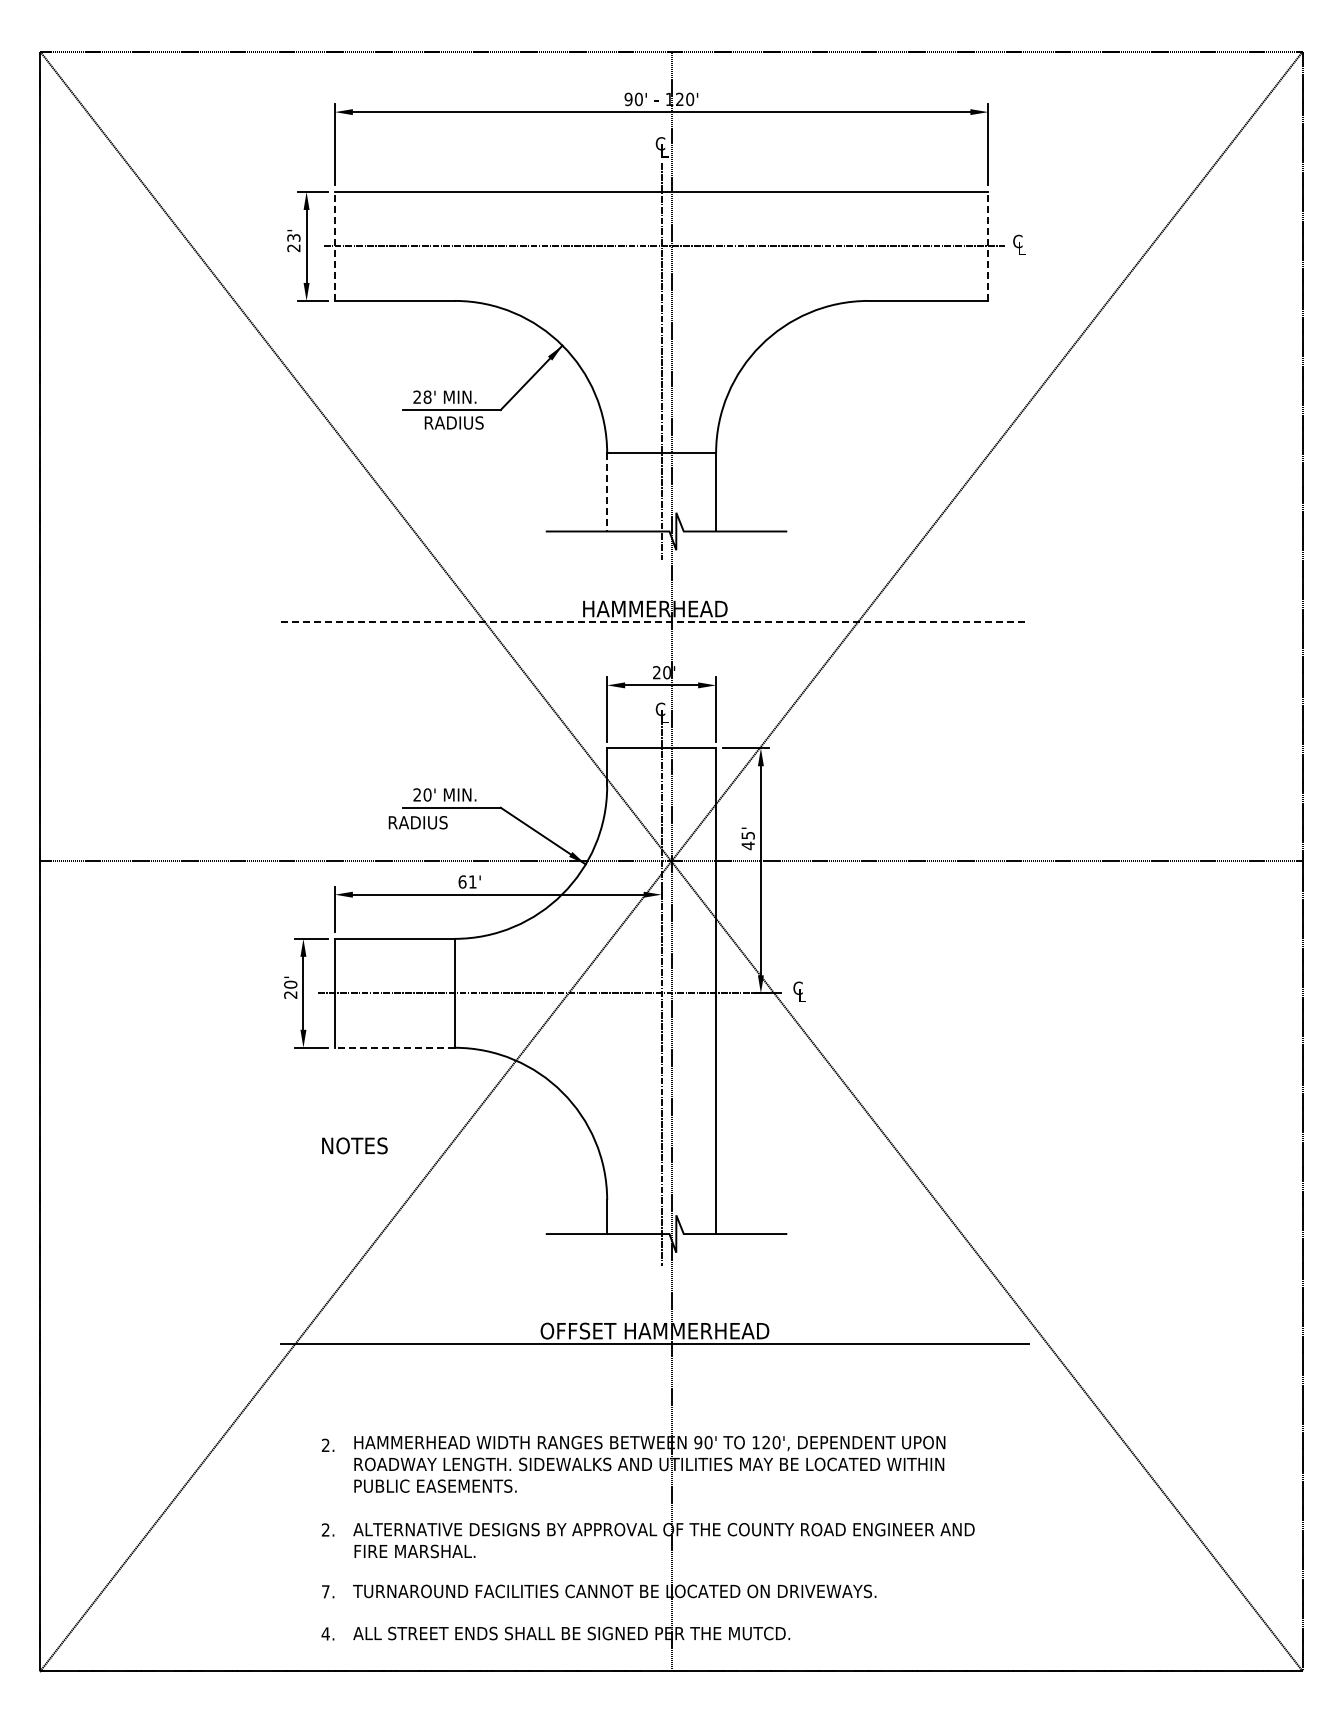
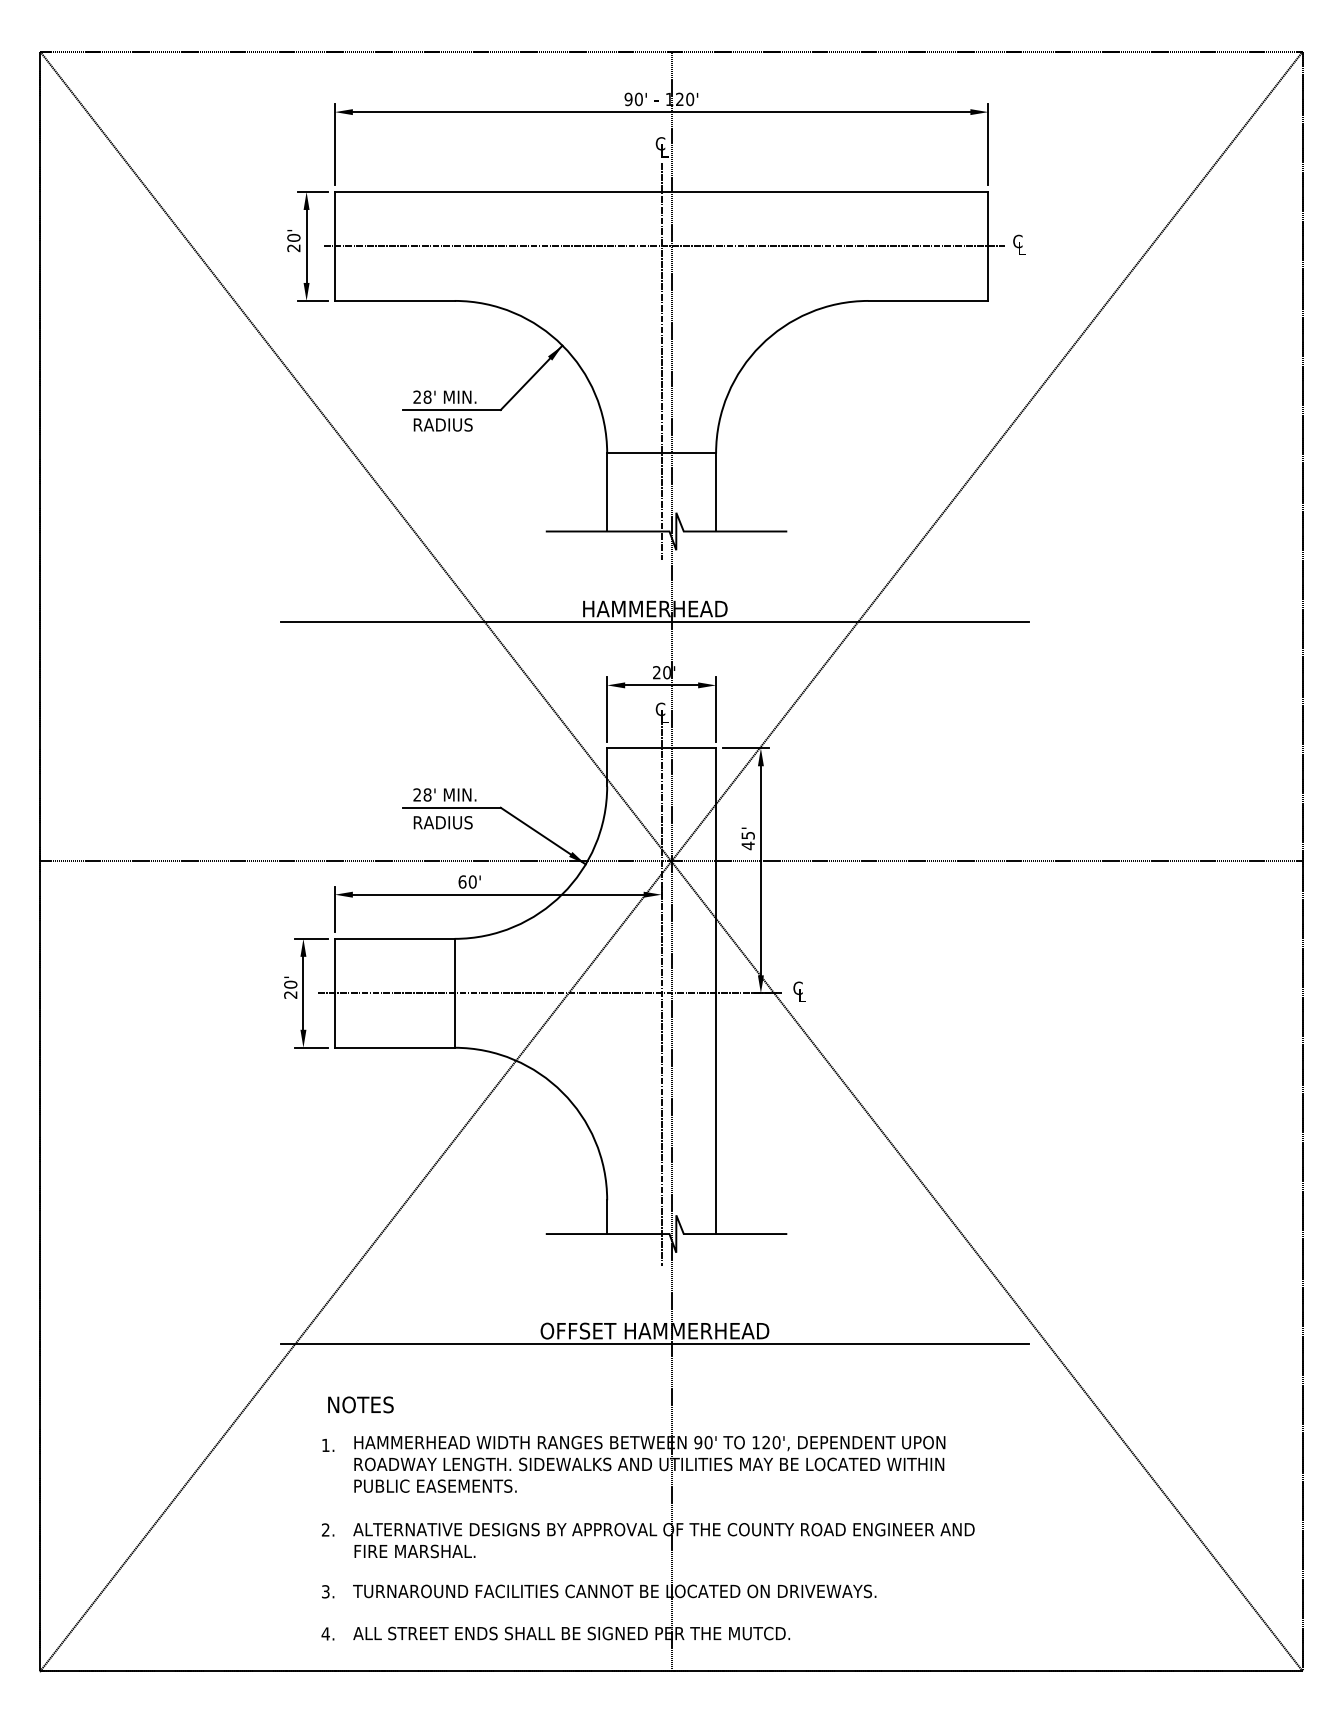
text at (293, 237): 23' -> 20'
line at (334, 245): dashed -> solid
line at (988, 245): dashed -> solid
text at (453, 422) position: (453, 422) -> (442, 424)
line at (607, 492): dashed -> solid
line at (655, 622): dashed -> solid
text at (427, 794): 20' -> 28'
text at (417, 822) position: (417, 822) -> (442, 822)
text at (472, 881): 61' -> 60'
line at (394, 1047): dashed -> solid
text at (354, 1145) position: (354, 1145) -> (360, 1404)
text at (325, 1444): 2. -> 1.
text at (325, 1591): 7. -> 3.
